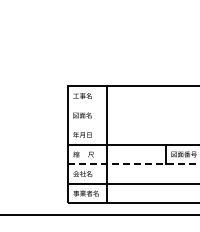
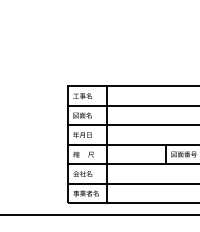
line at (132, 105): none -> present
line at (132, 125): none -> present
line at (134, 164): dashed -> solid
